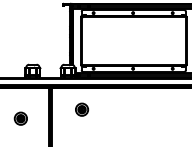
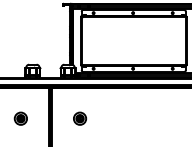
part at (82, 109) position: (82, 109) -> (80, 118)
